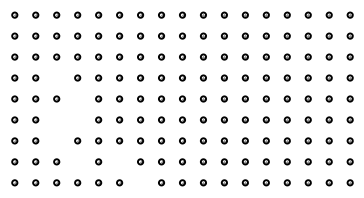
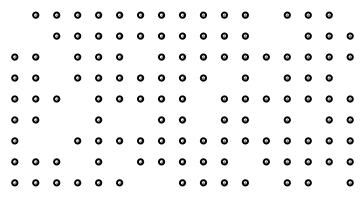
part at (14, 14): present -> none
part at (265, 14): present -> none
part at (349, 14): present -> none
part at (14, 35): present -> none
part at (35, 35): present -> none
part at (265, 35): present -> none
part at (286, 35): present -> none
part at (56, 56): present -> none
part at (140, 56): present -> none
part at (224, 77): present -> none
part at (265, 77): present -> none
part at (349, 77): present -> none
part at (203, 98): present -> none
part at (119, 119): present -> none
part at (140, 119): present -> none
part at (203, 119): present -> none
part at (265, 119): present -> none
part at (307, 119): present -> none
part at (35, 140): present -> none
part at (244, 161): present -> none
part at (161, 182): present -> none
part at (265, 182): present -> none
part at (328, 182): present -> none
